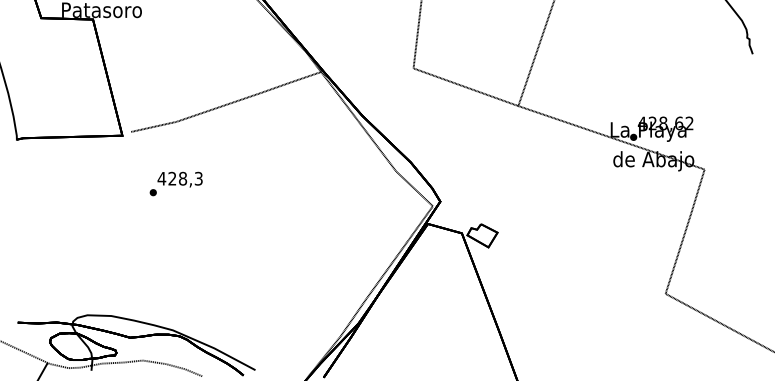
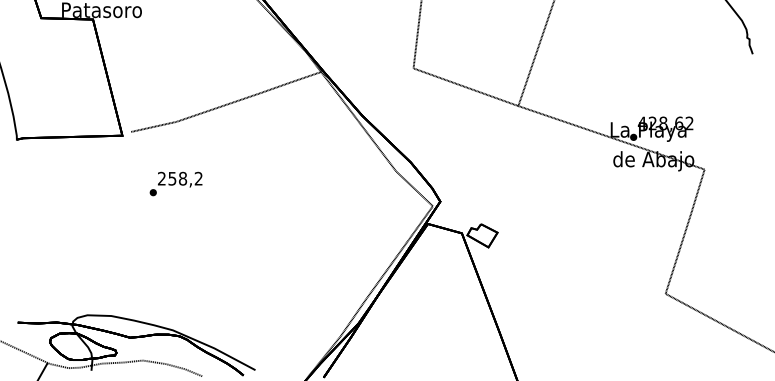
text at (179, 178): 428,3 -> 258,2
